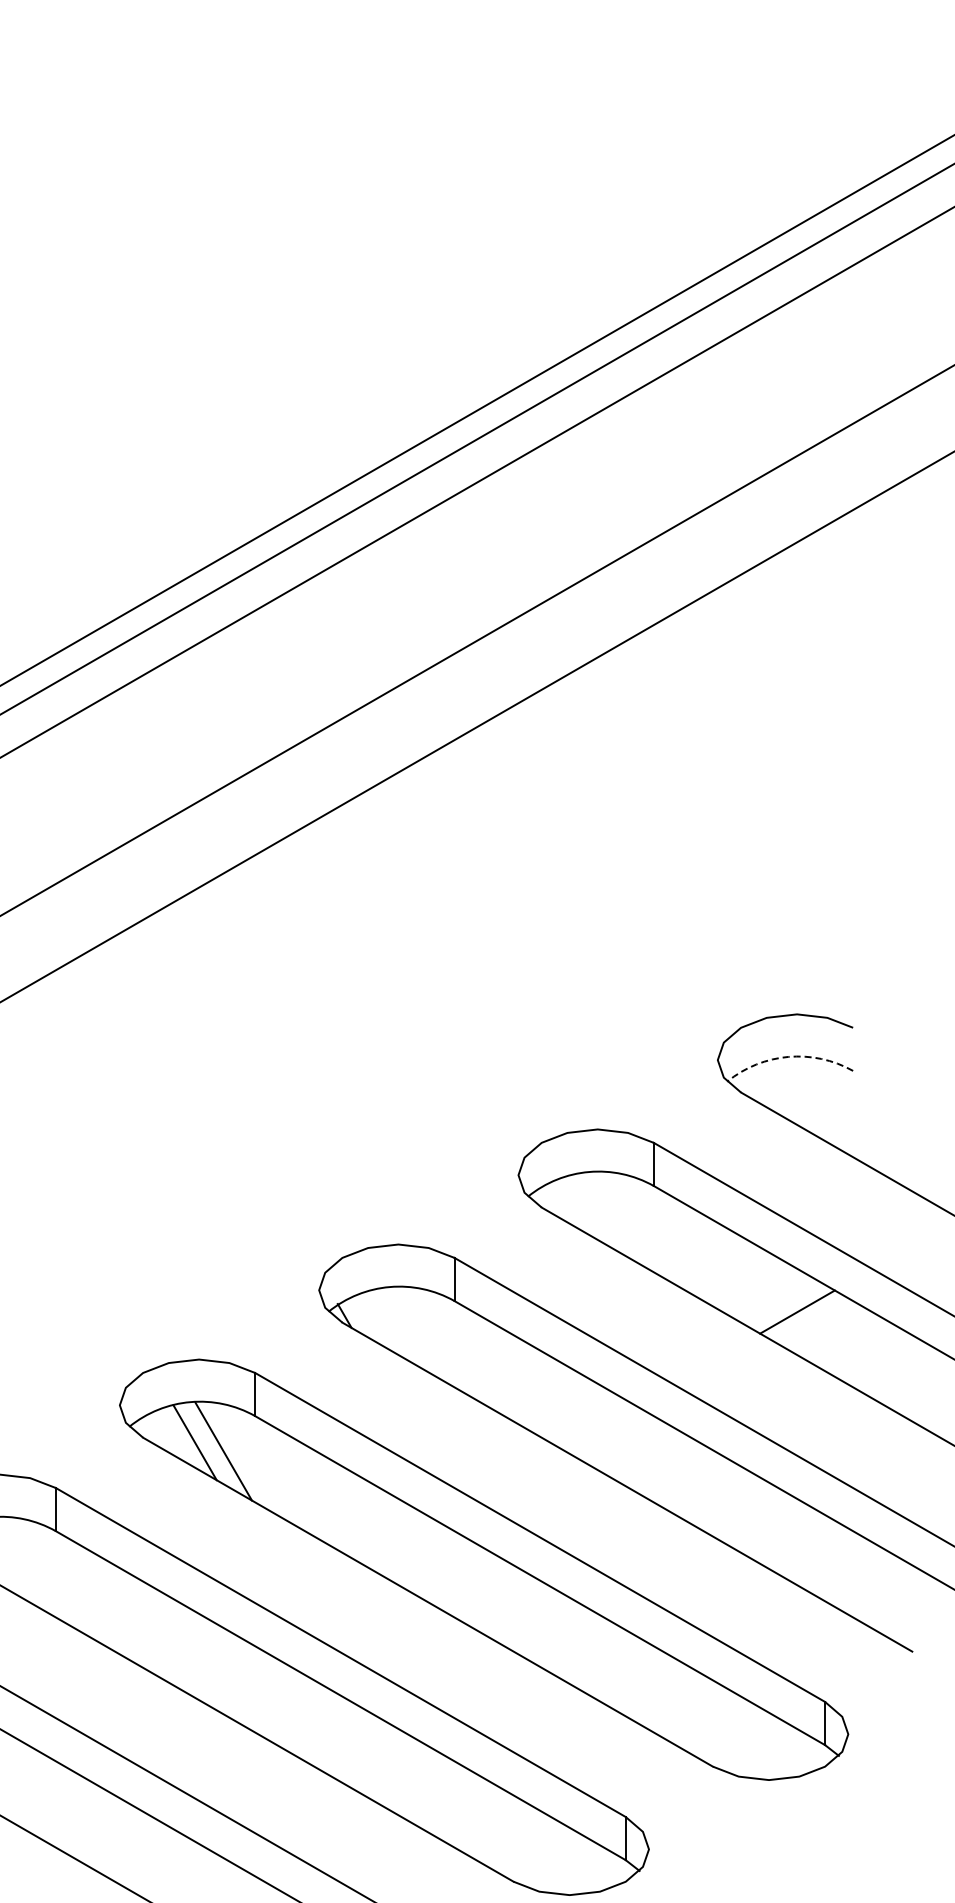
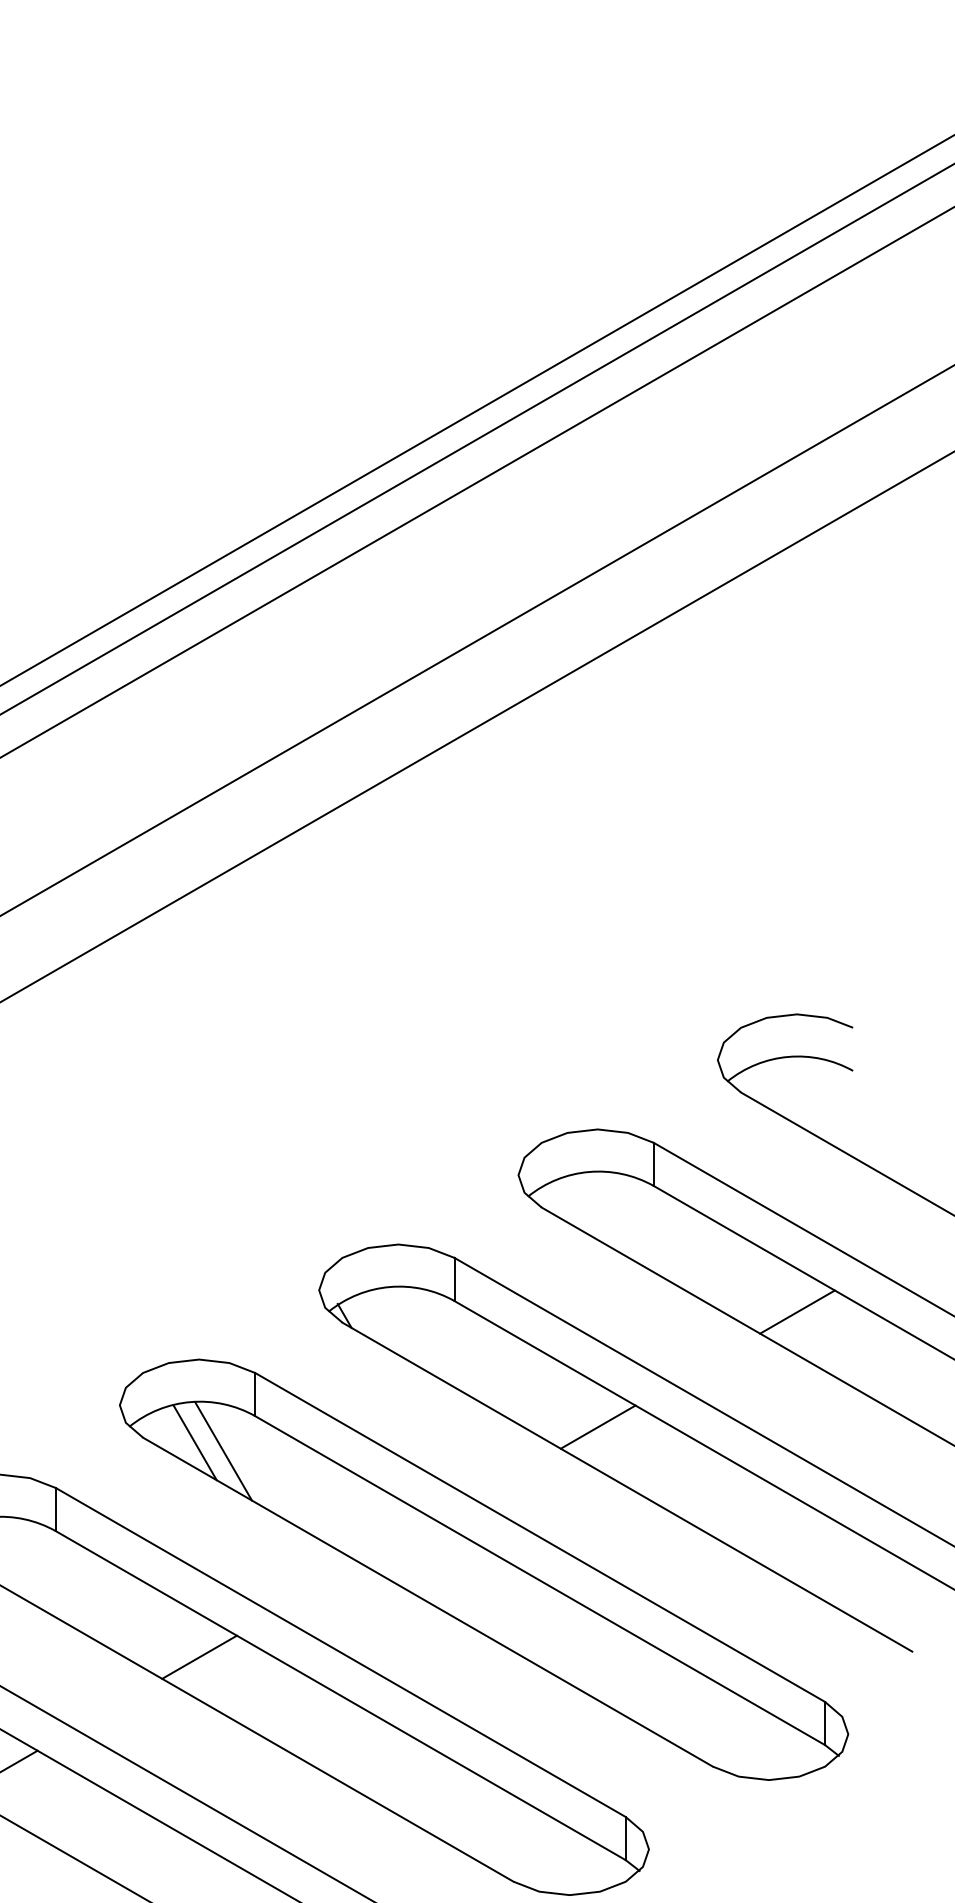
arc at (788, 1056): dashed -> solid
line at (597, 1426): none -> present
line at (199, 1656): none -> present
line at (19, 1760): none -> present
